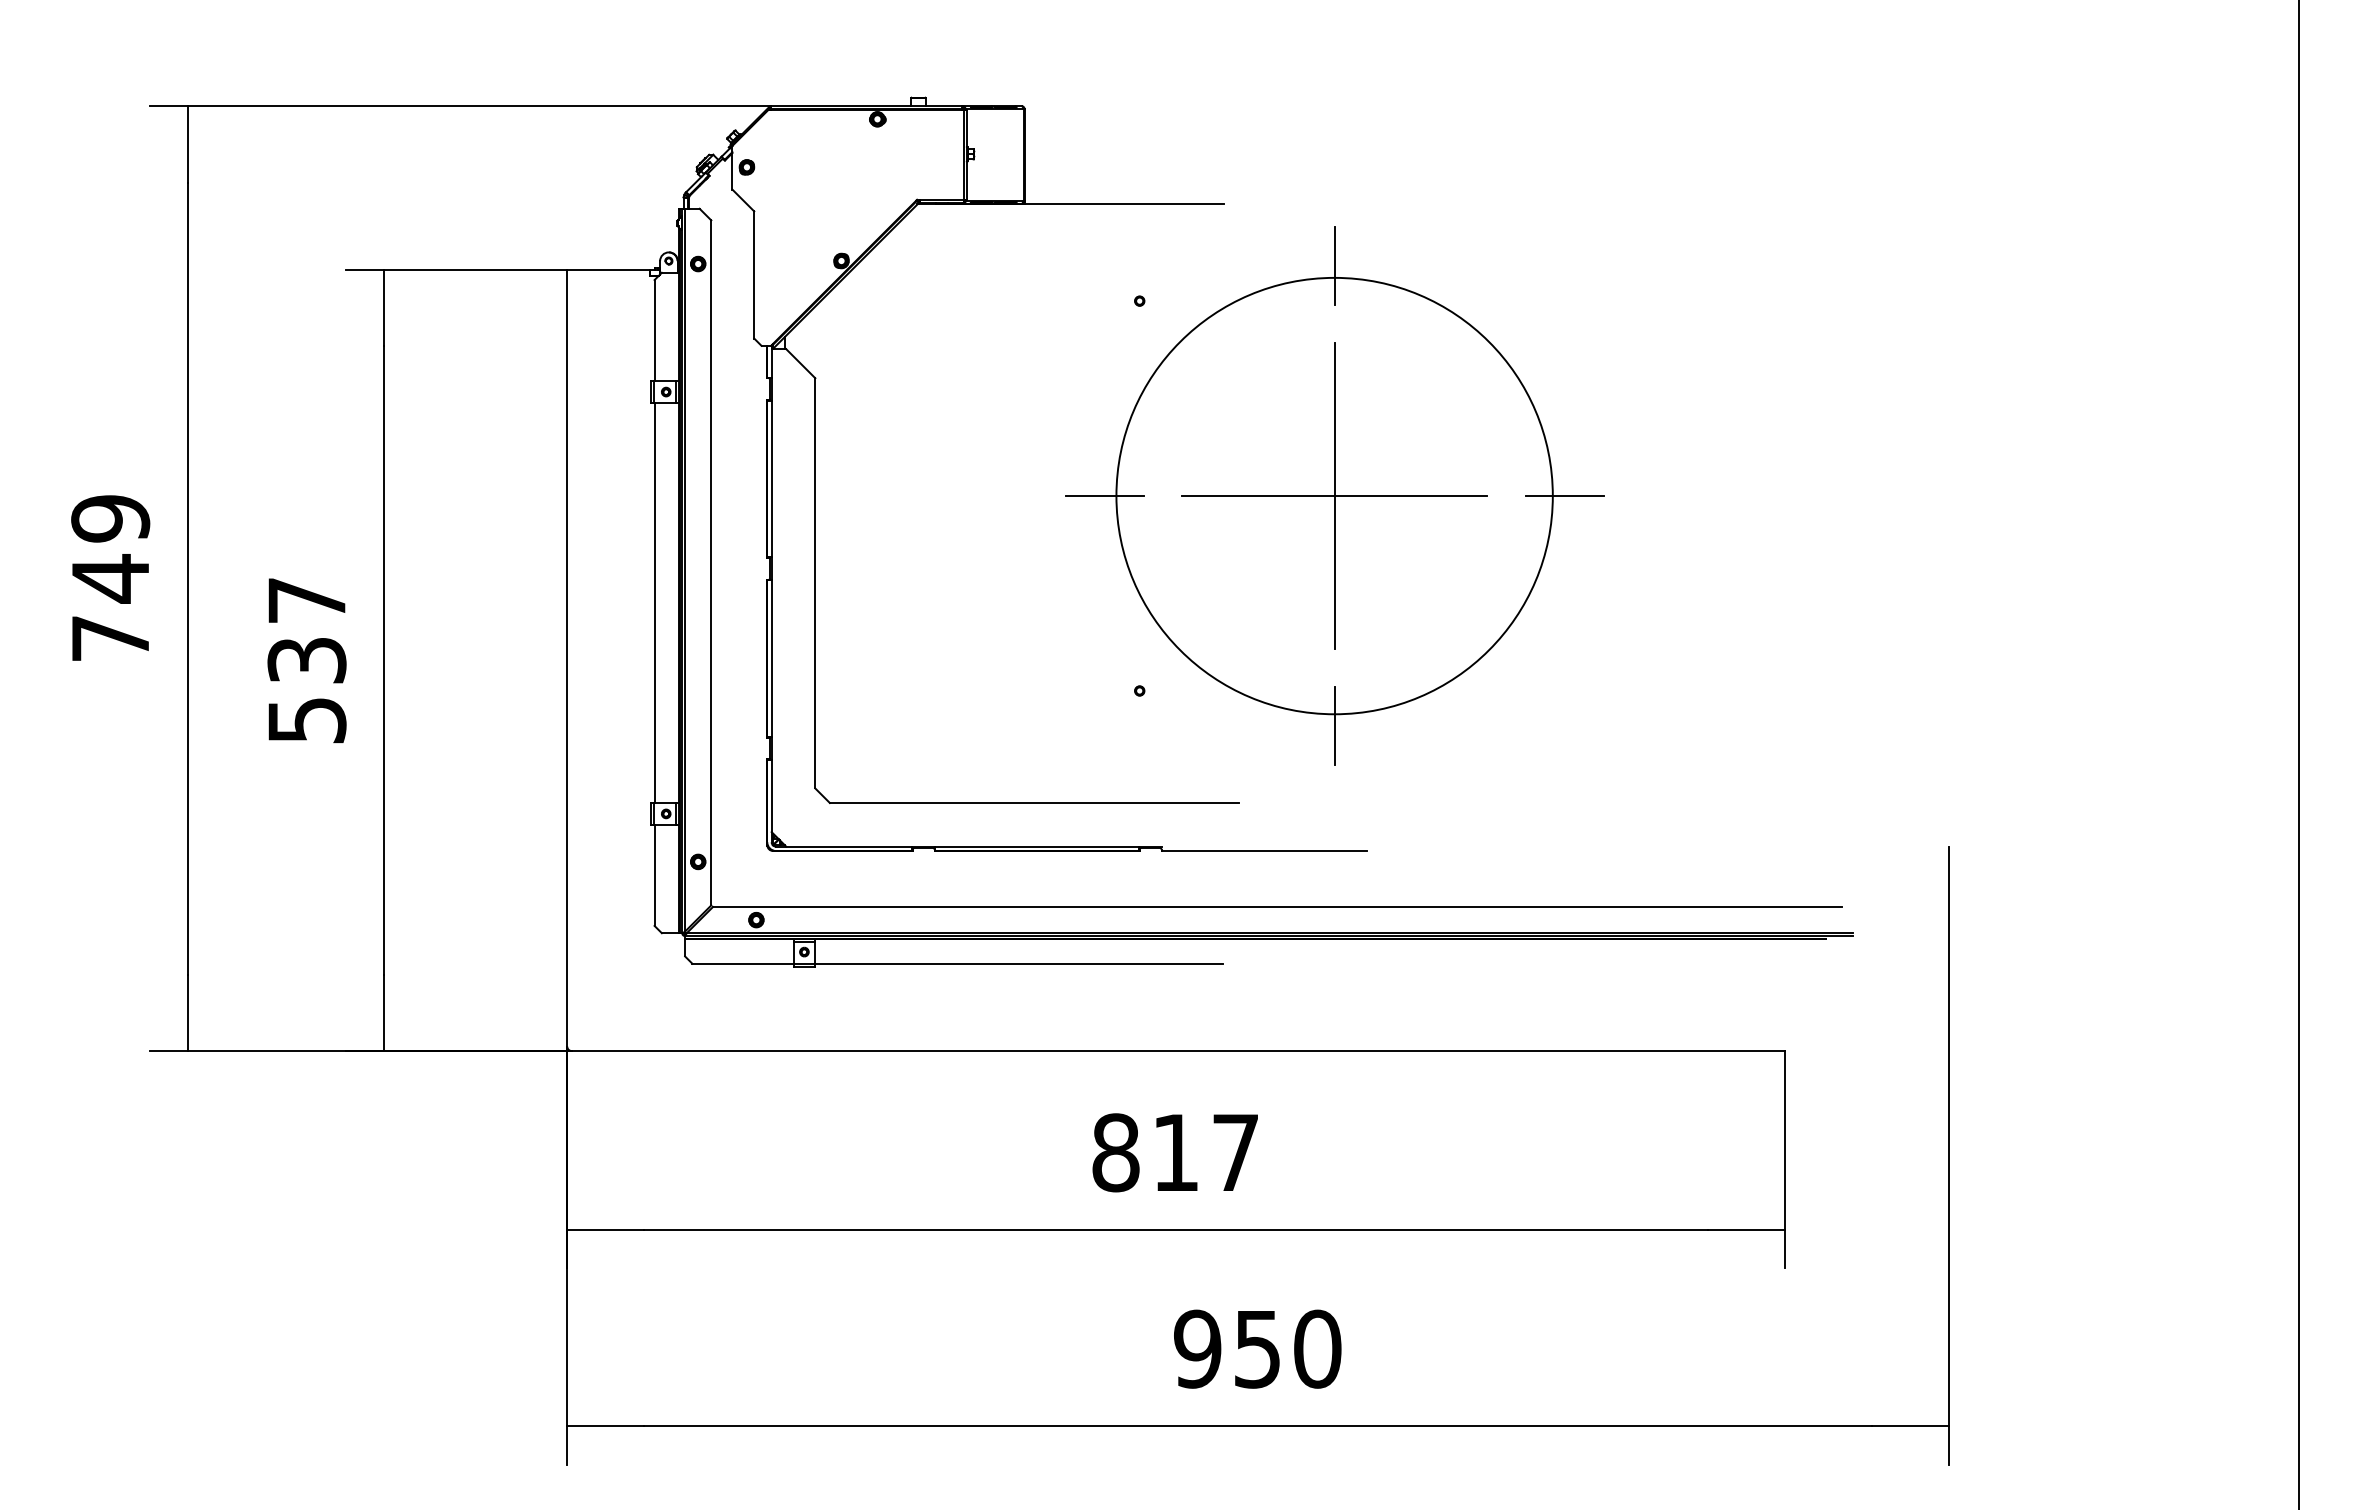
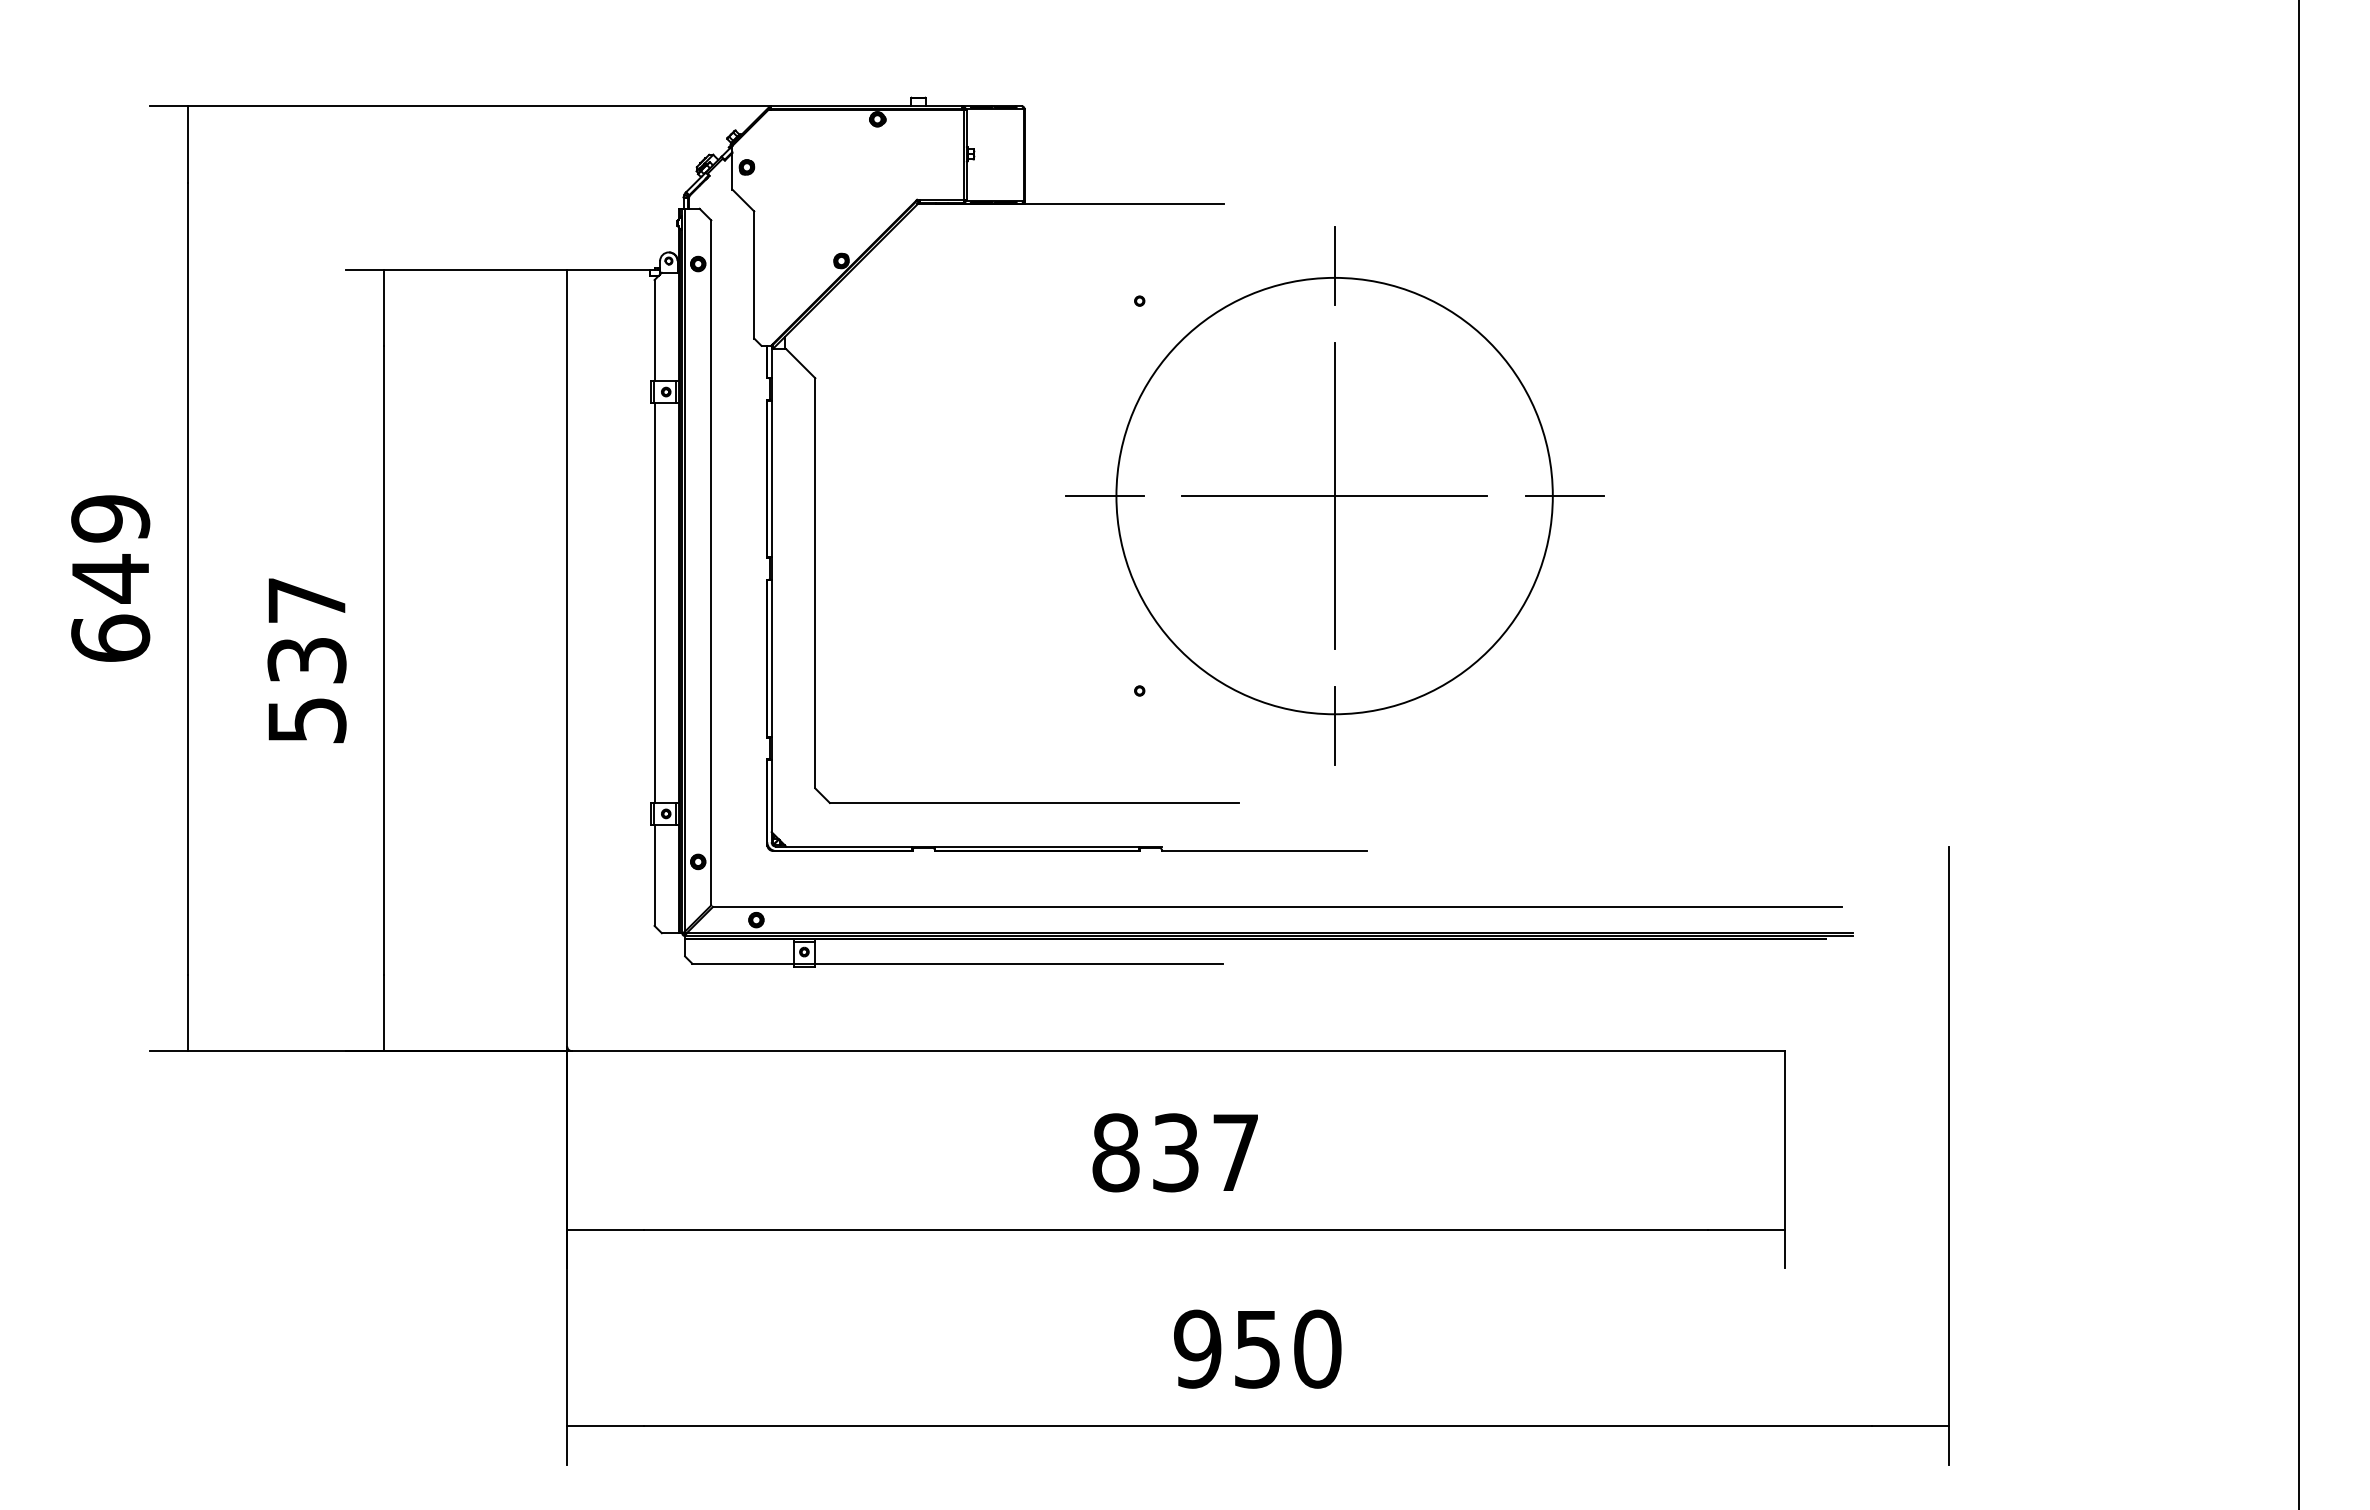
text at (110, 637): 749 -> 649
text at (1175, 1152): 817 -> 837
